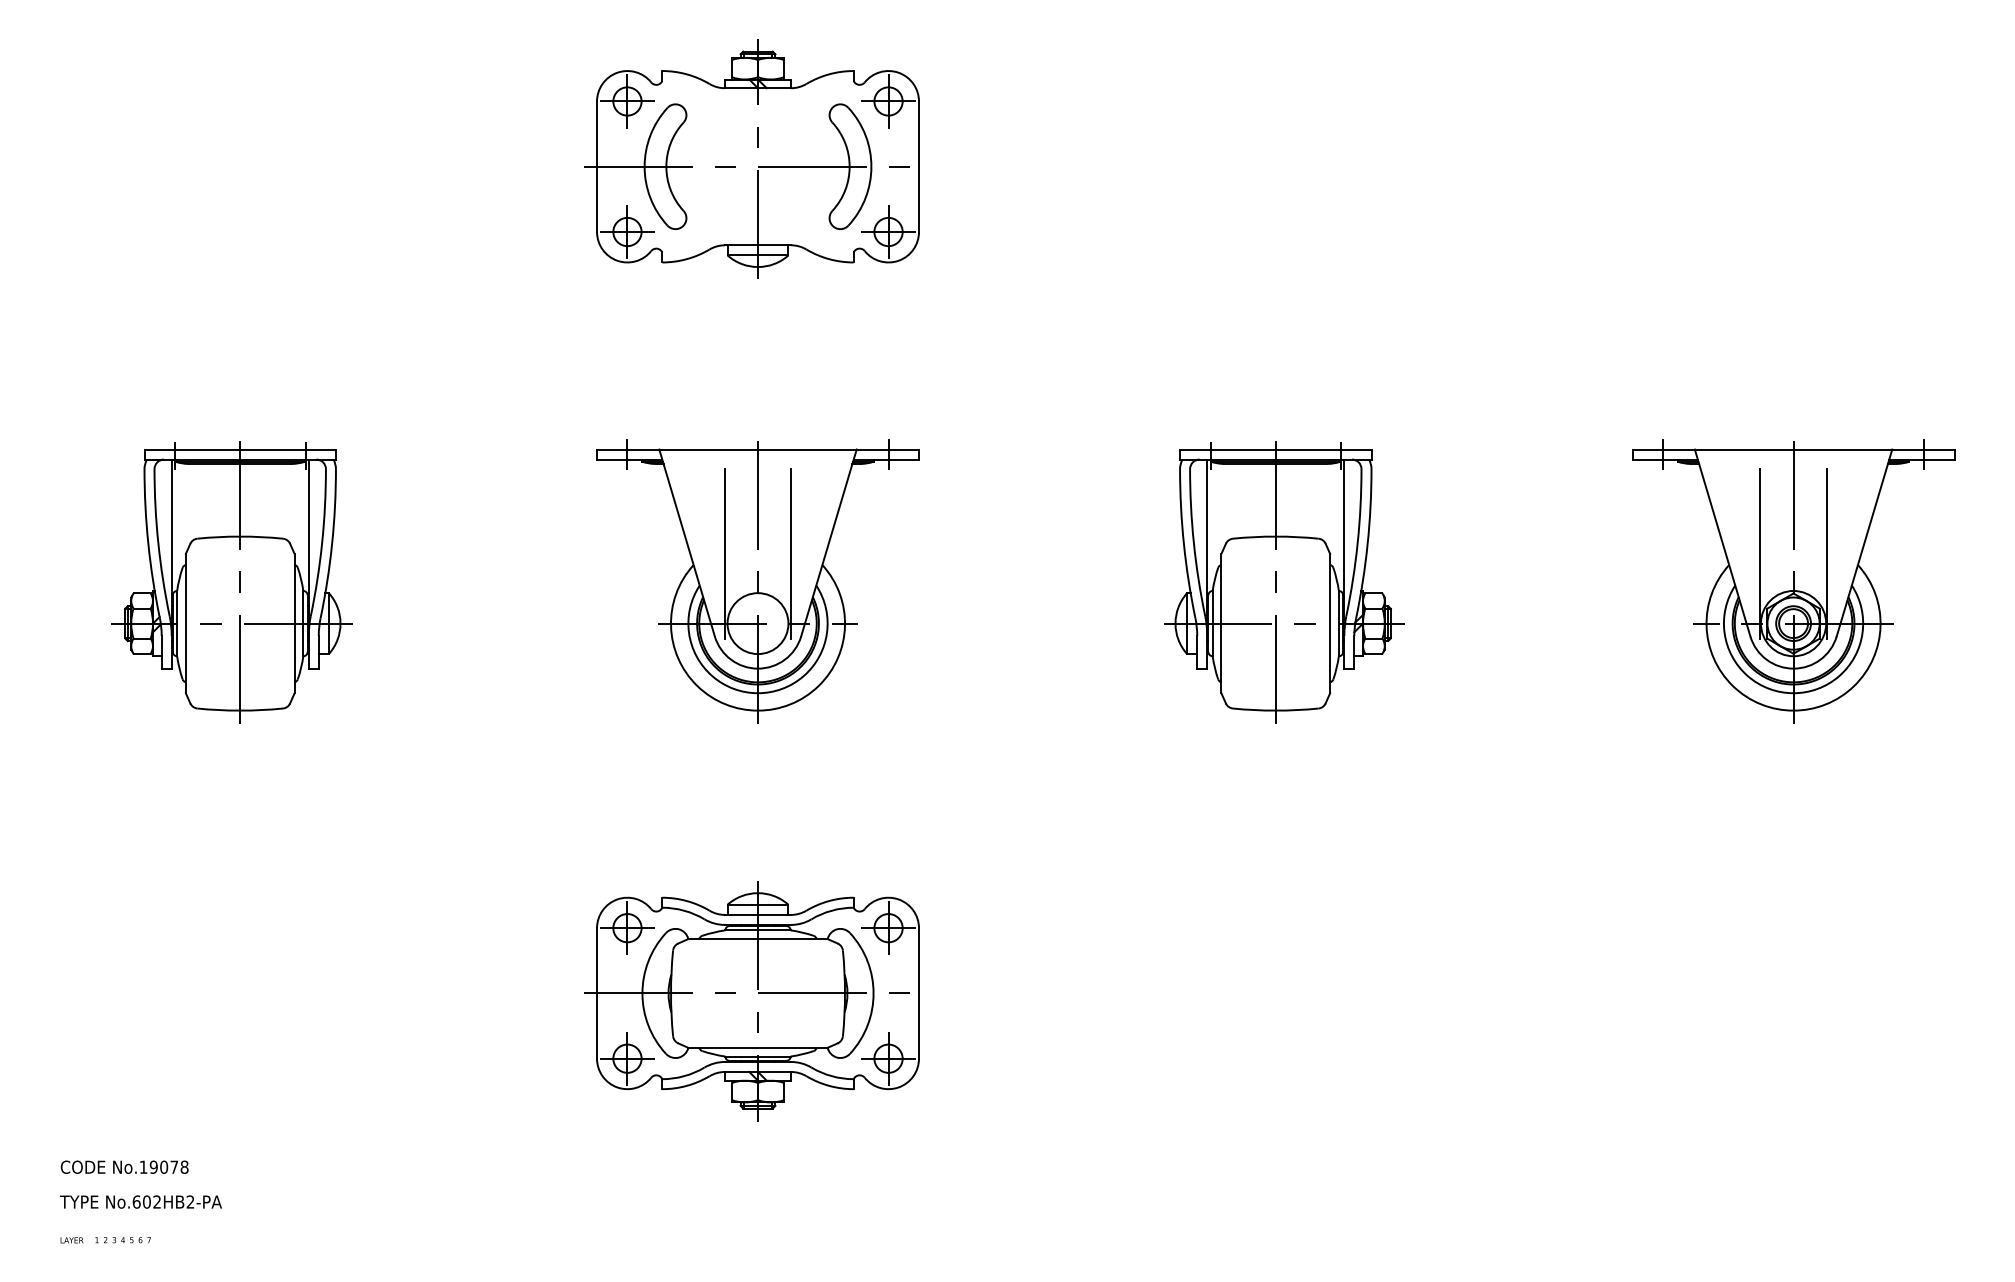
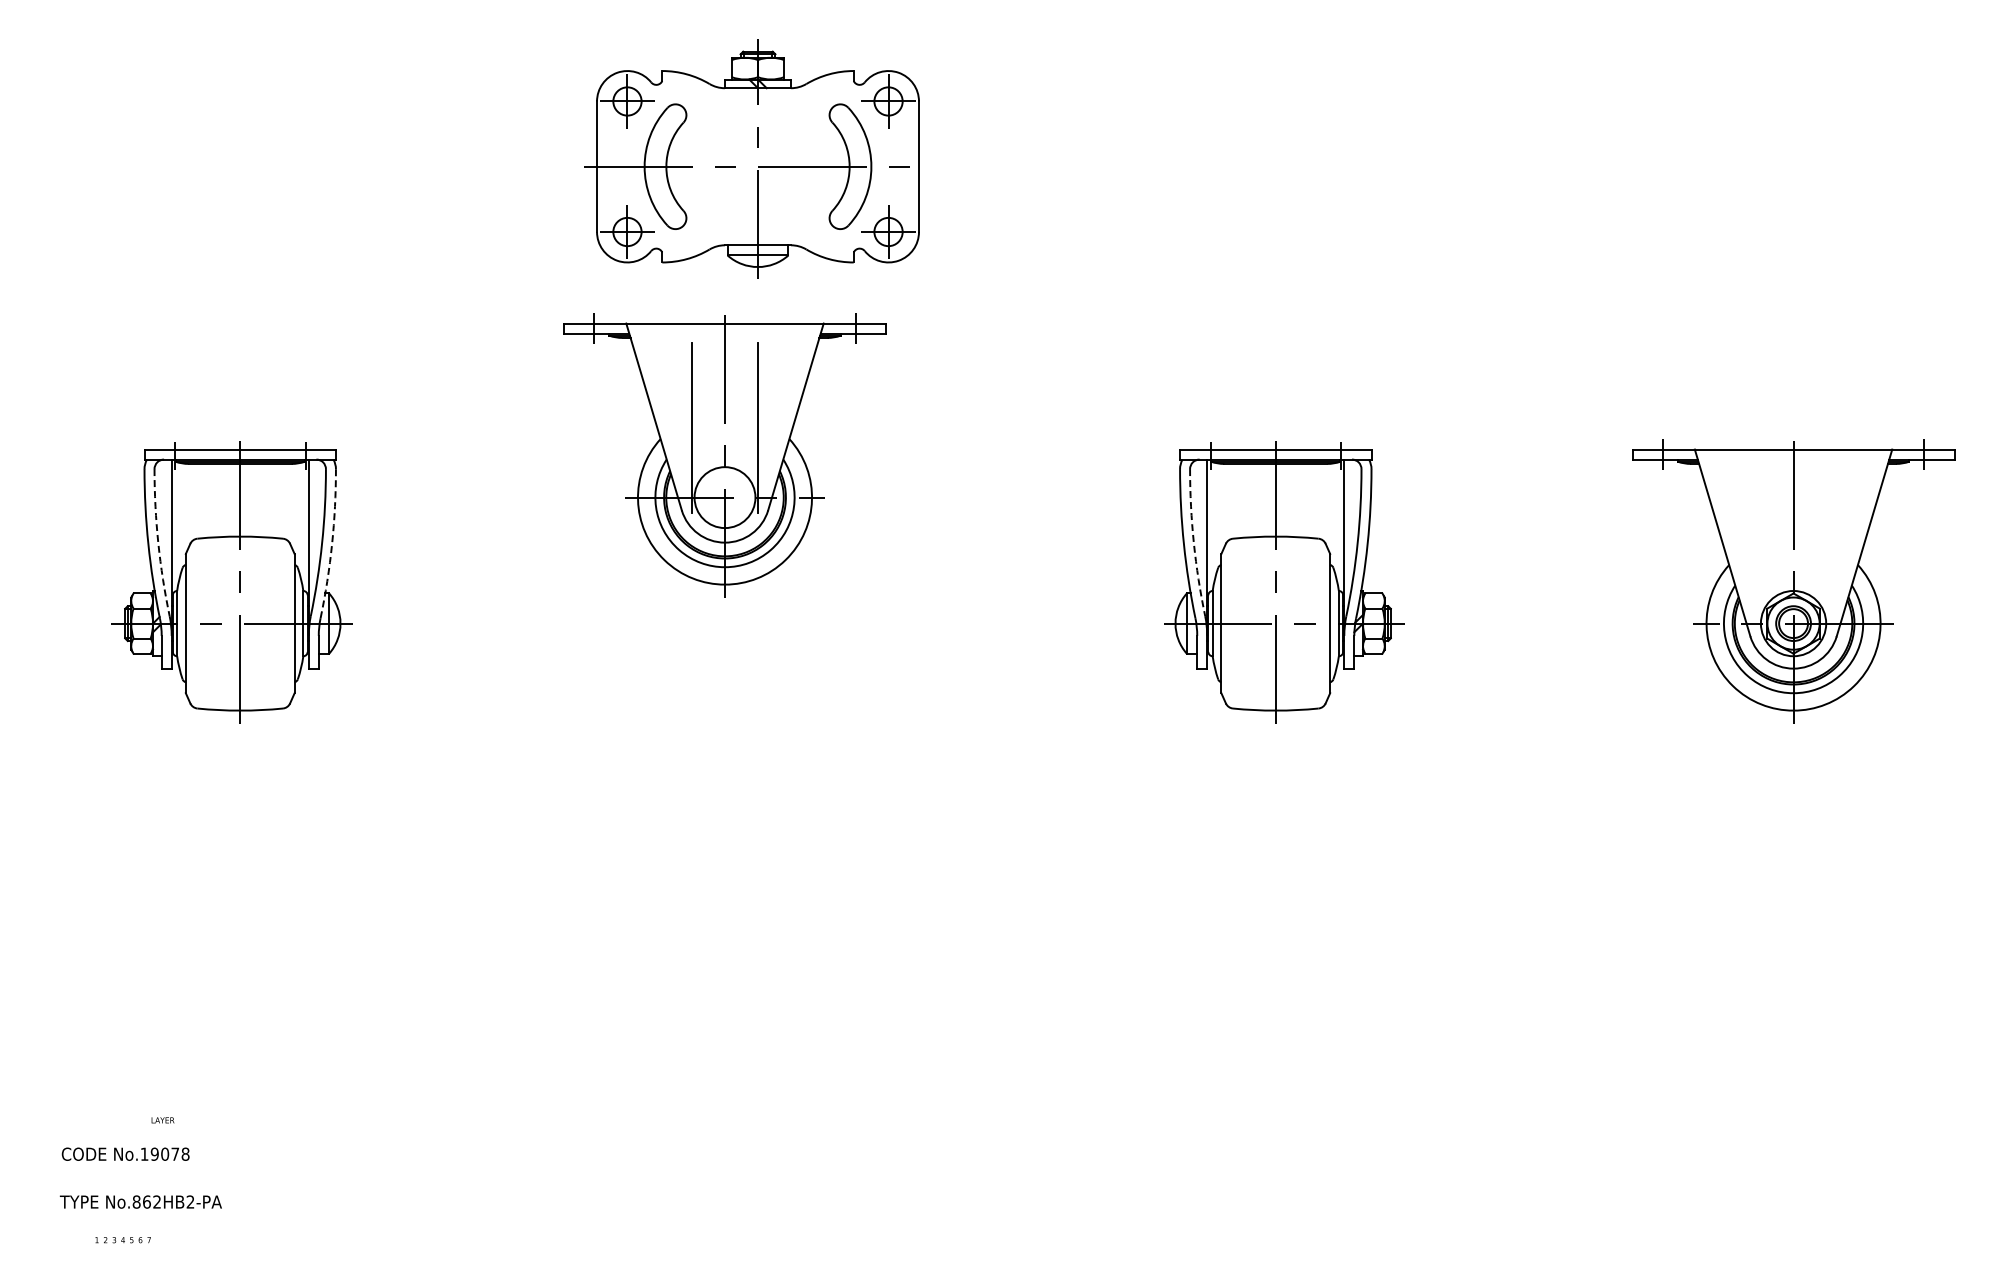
arc at (158, 543): solid -> dashed
arc at (1193, 543): solid -> dashed
arc at (332, 544): solid -> dashed
line at (1760, 553): present -> none
line at (1826, 553): present -> none
part at (757, 581) position: (757, 581) -> (724, 455)
part at (751, 1001): present -> none
text at (124, 1166) position: (124, 1166) -> (125, 1153)
text at (141, 1201): No.602HB2-PA -> No.862HB2-PA
text at (71, 1240) position: (71, 1240) -> (162, 1120)
